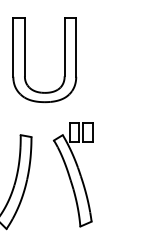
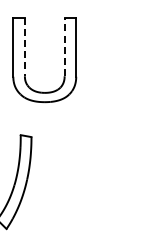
line at (64, 46): solid -> dashed
line at (24, 47): solid -> dashed
part at (72, 174): present -> none
